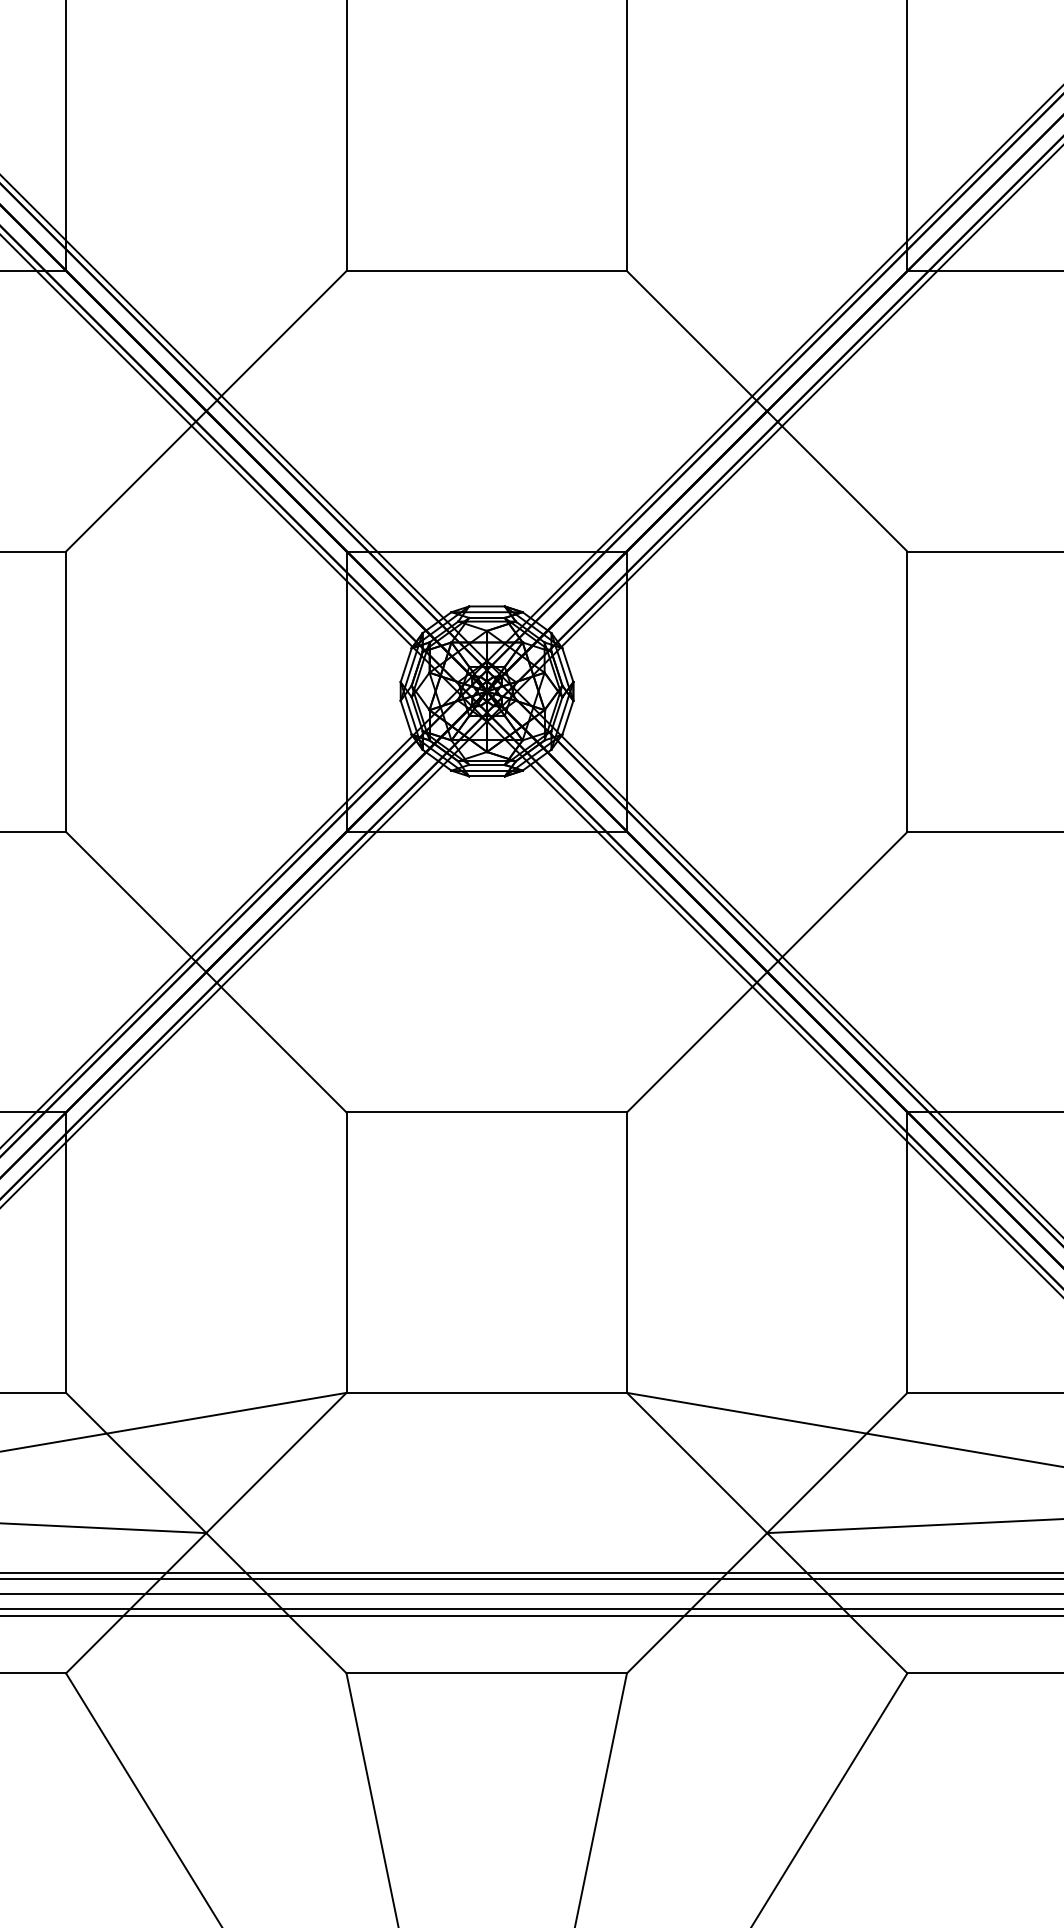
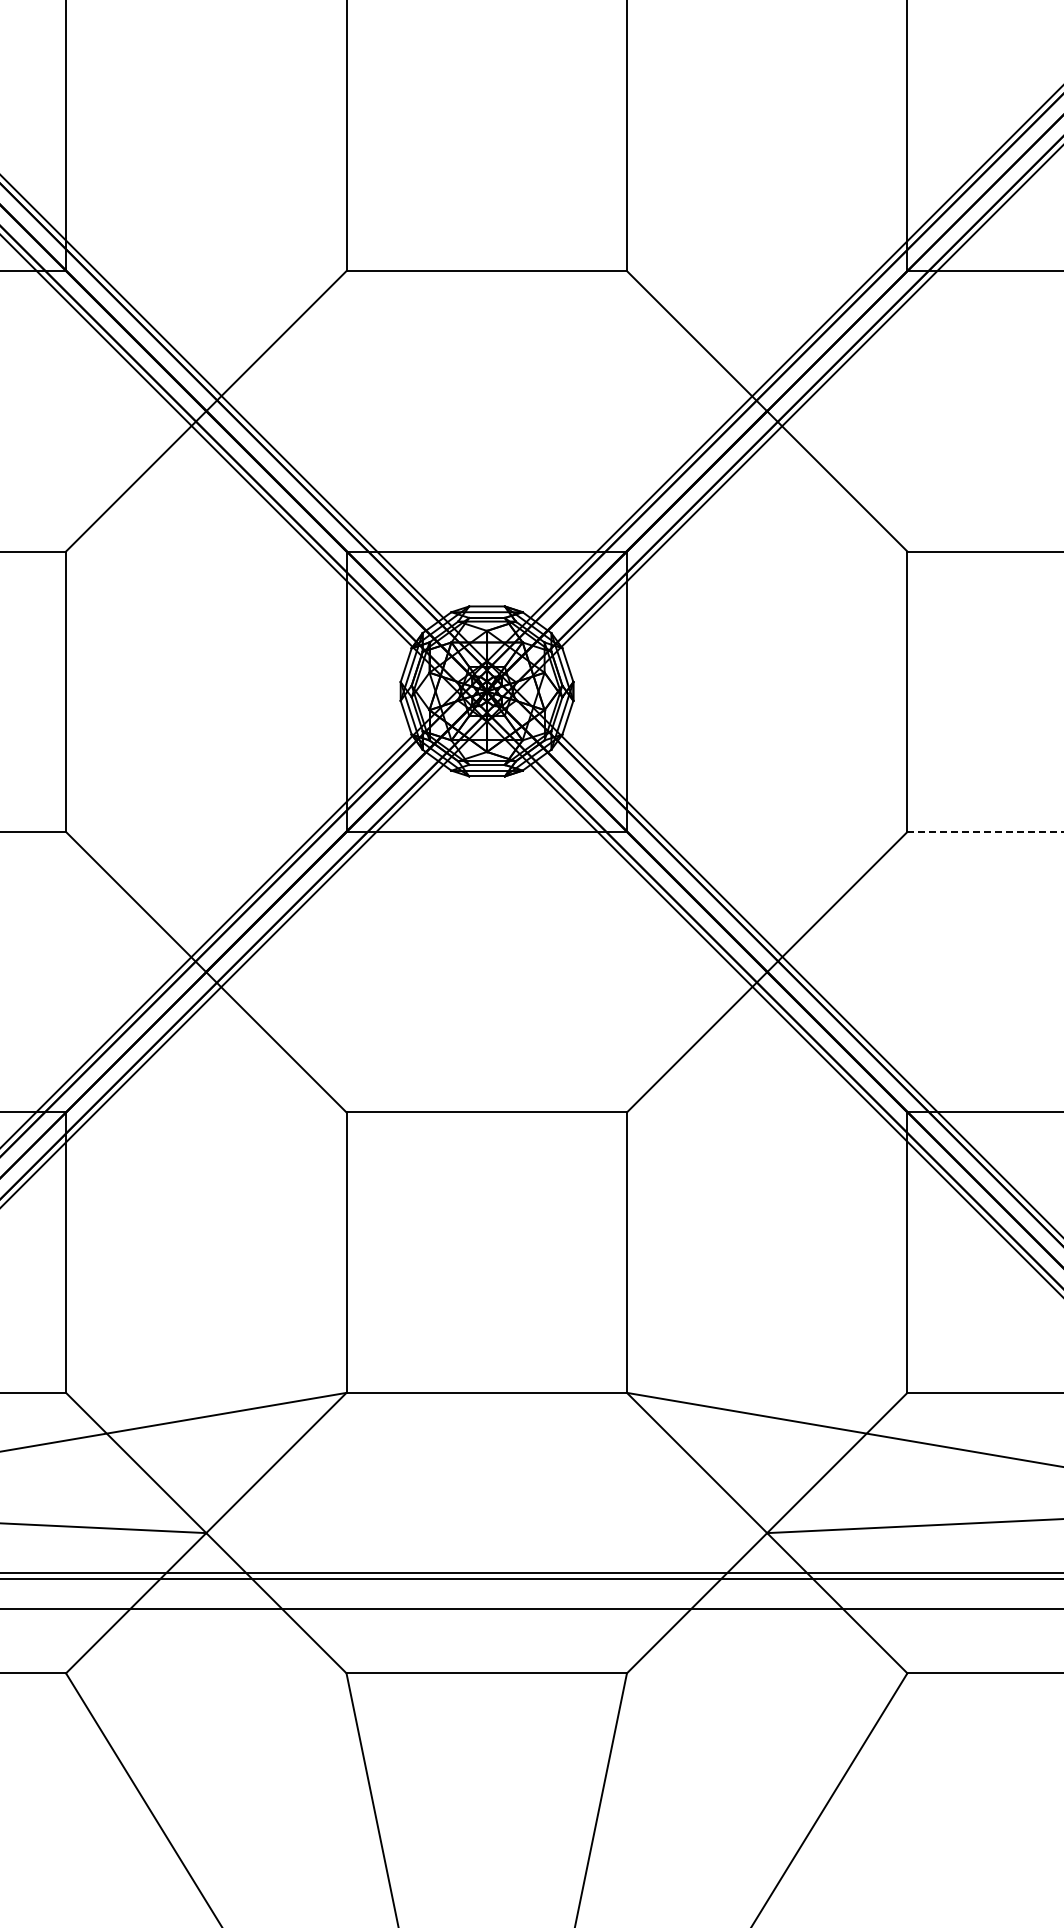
line at (985, 831): solid -> dashed
line at (531, 1594): present -> none
line at (531, 1615): present -> none
